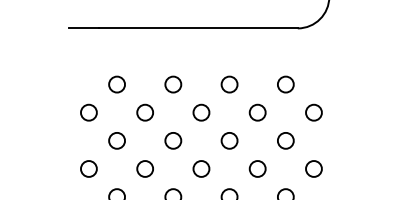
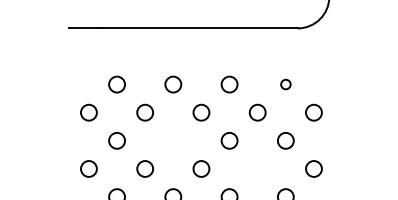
circle at (285, 84) size: 18x19 px -> 12x13 px
circle at (173, 140): present -> none
circle at (257, 168): present -> none
